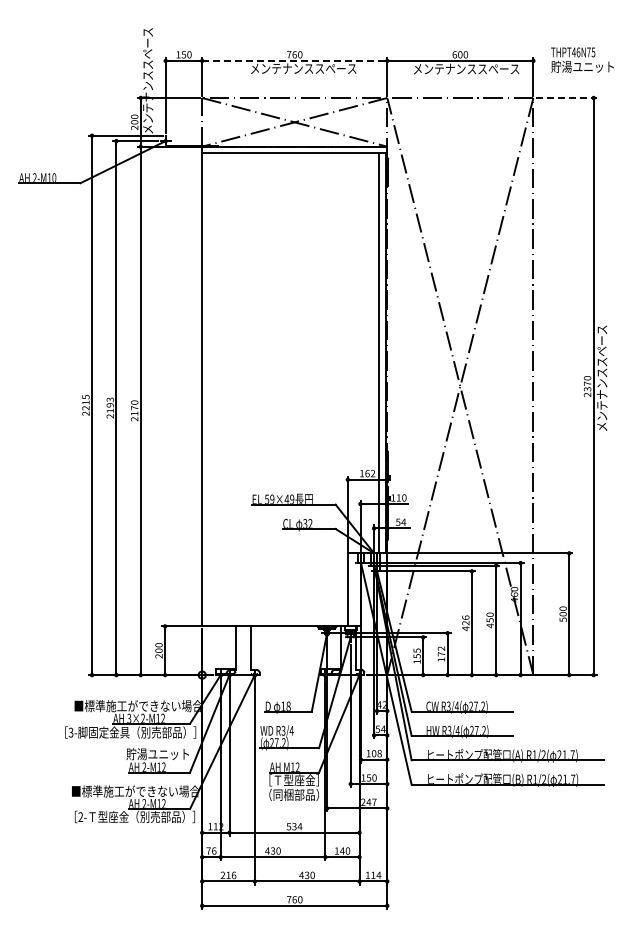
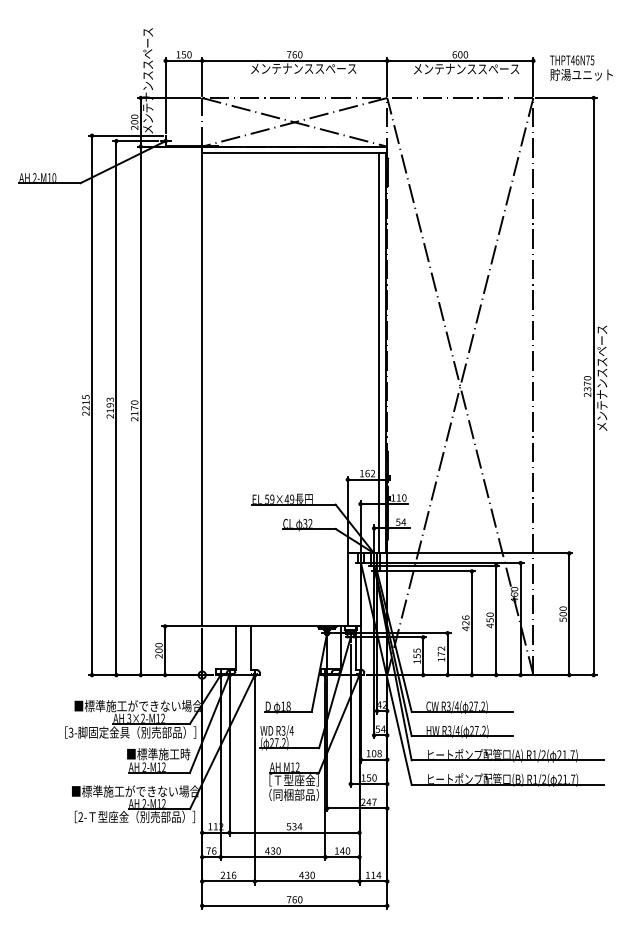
text at (582, 59) position: (582, 59) -> (581, 67)
line at (294, 60): dashed -> solid
line at (566, 98): dashed -> solid
text at (158, 754): 貯湯ユニット -> ■標準施工時
